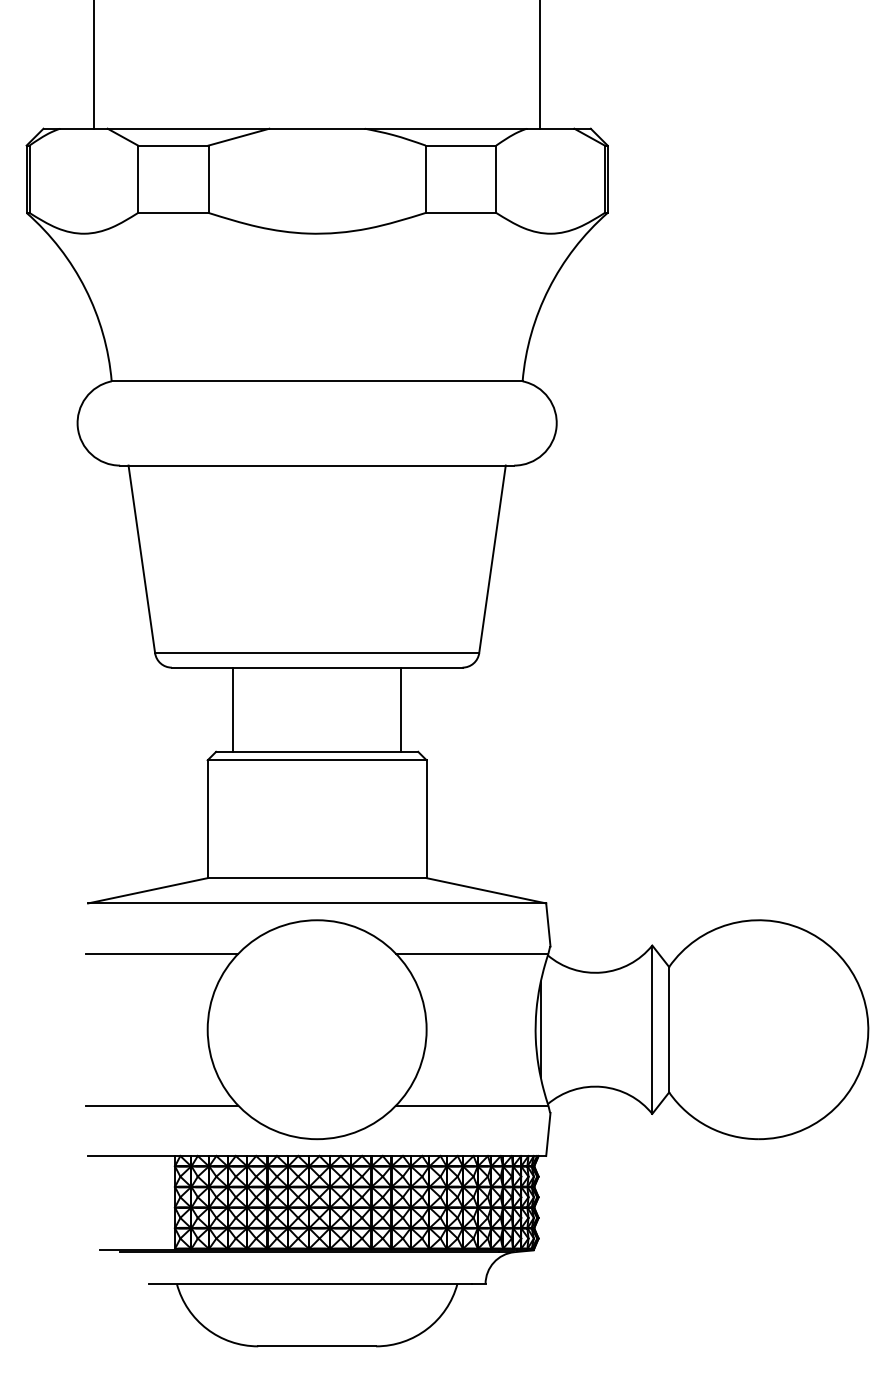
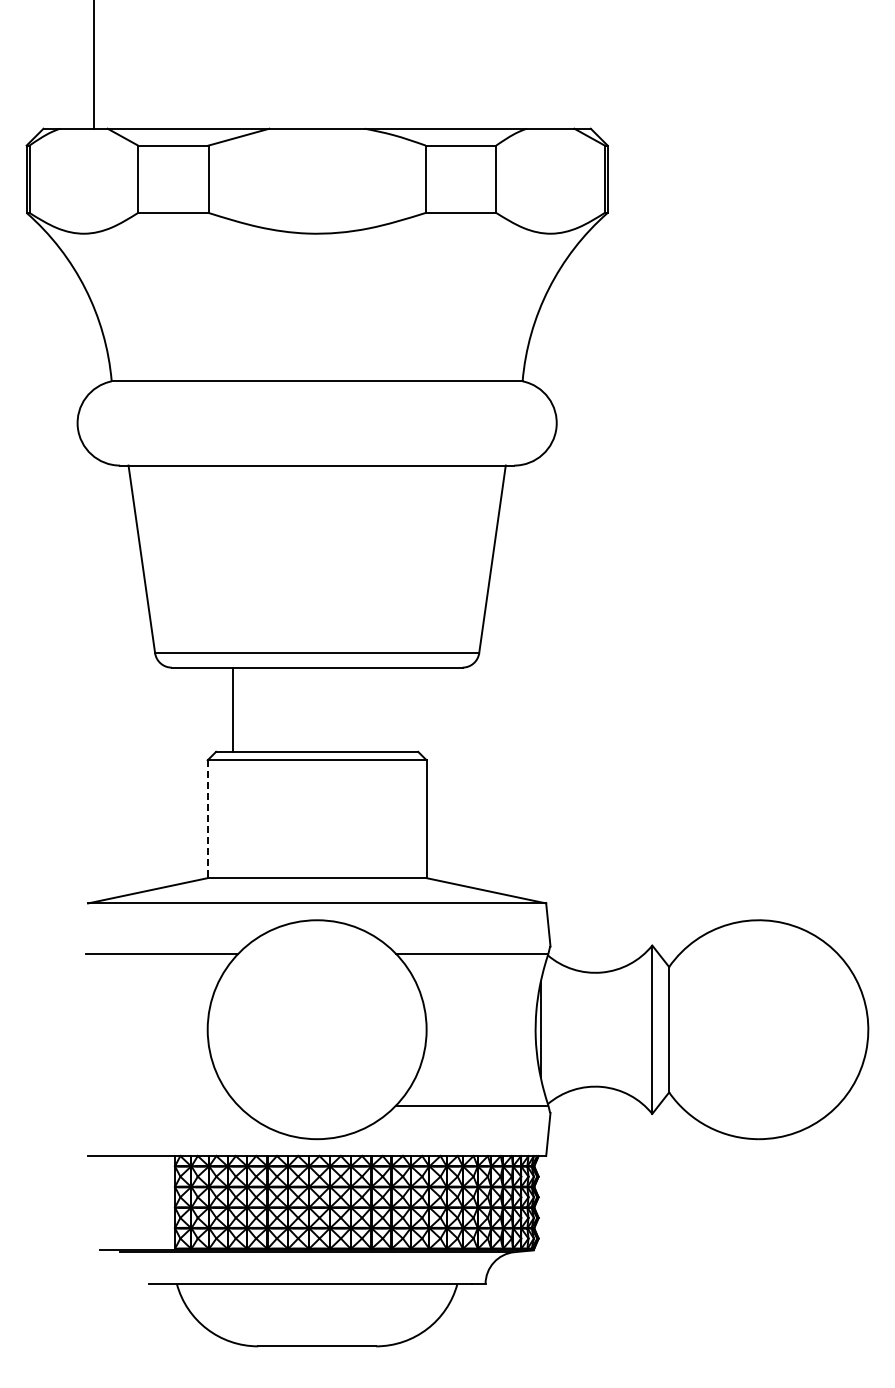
line at (540, 65): present -> none
line at (401, 709): present -> none
line at (207, 819): solid -> dashed
line at (161, 1105): present -> none
